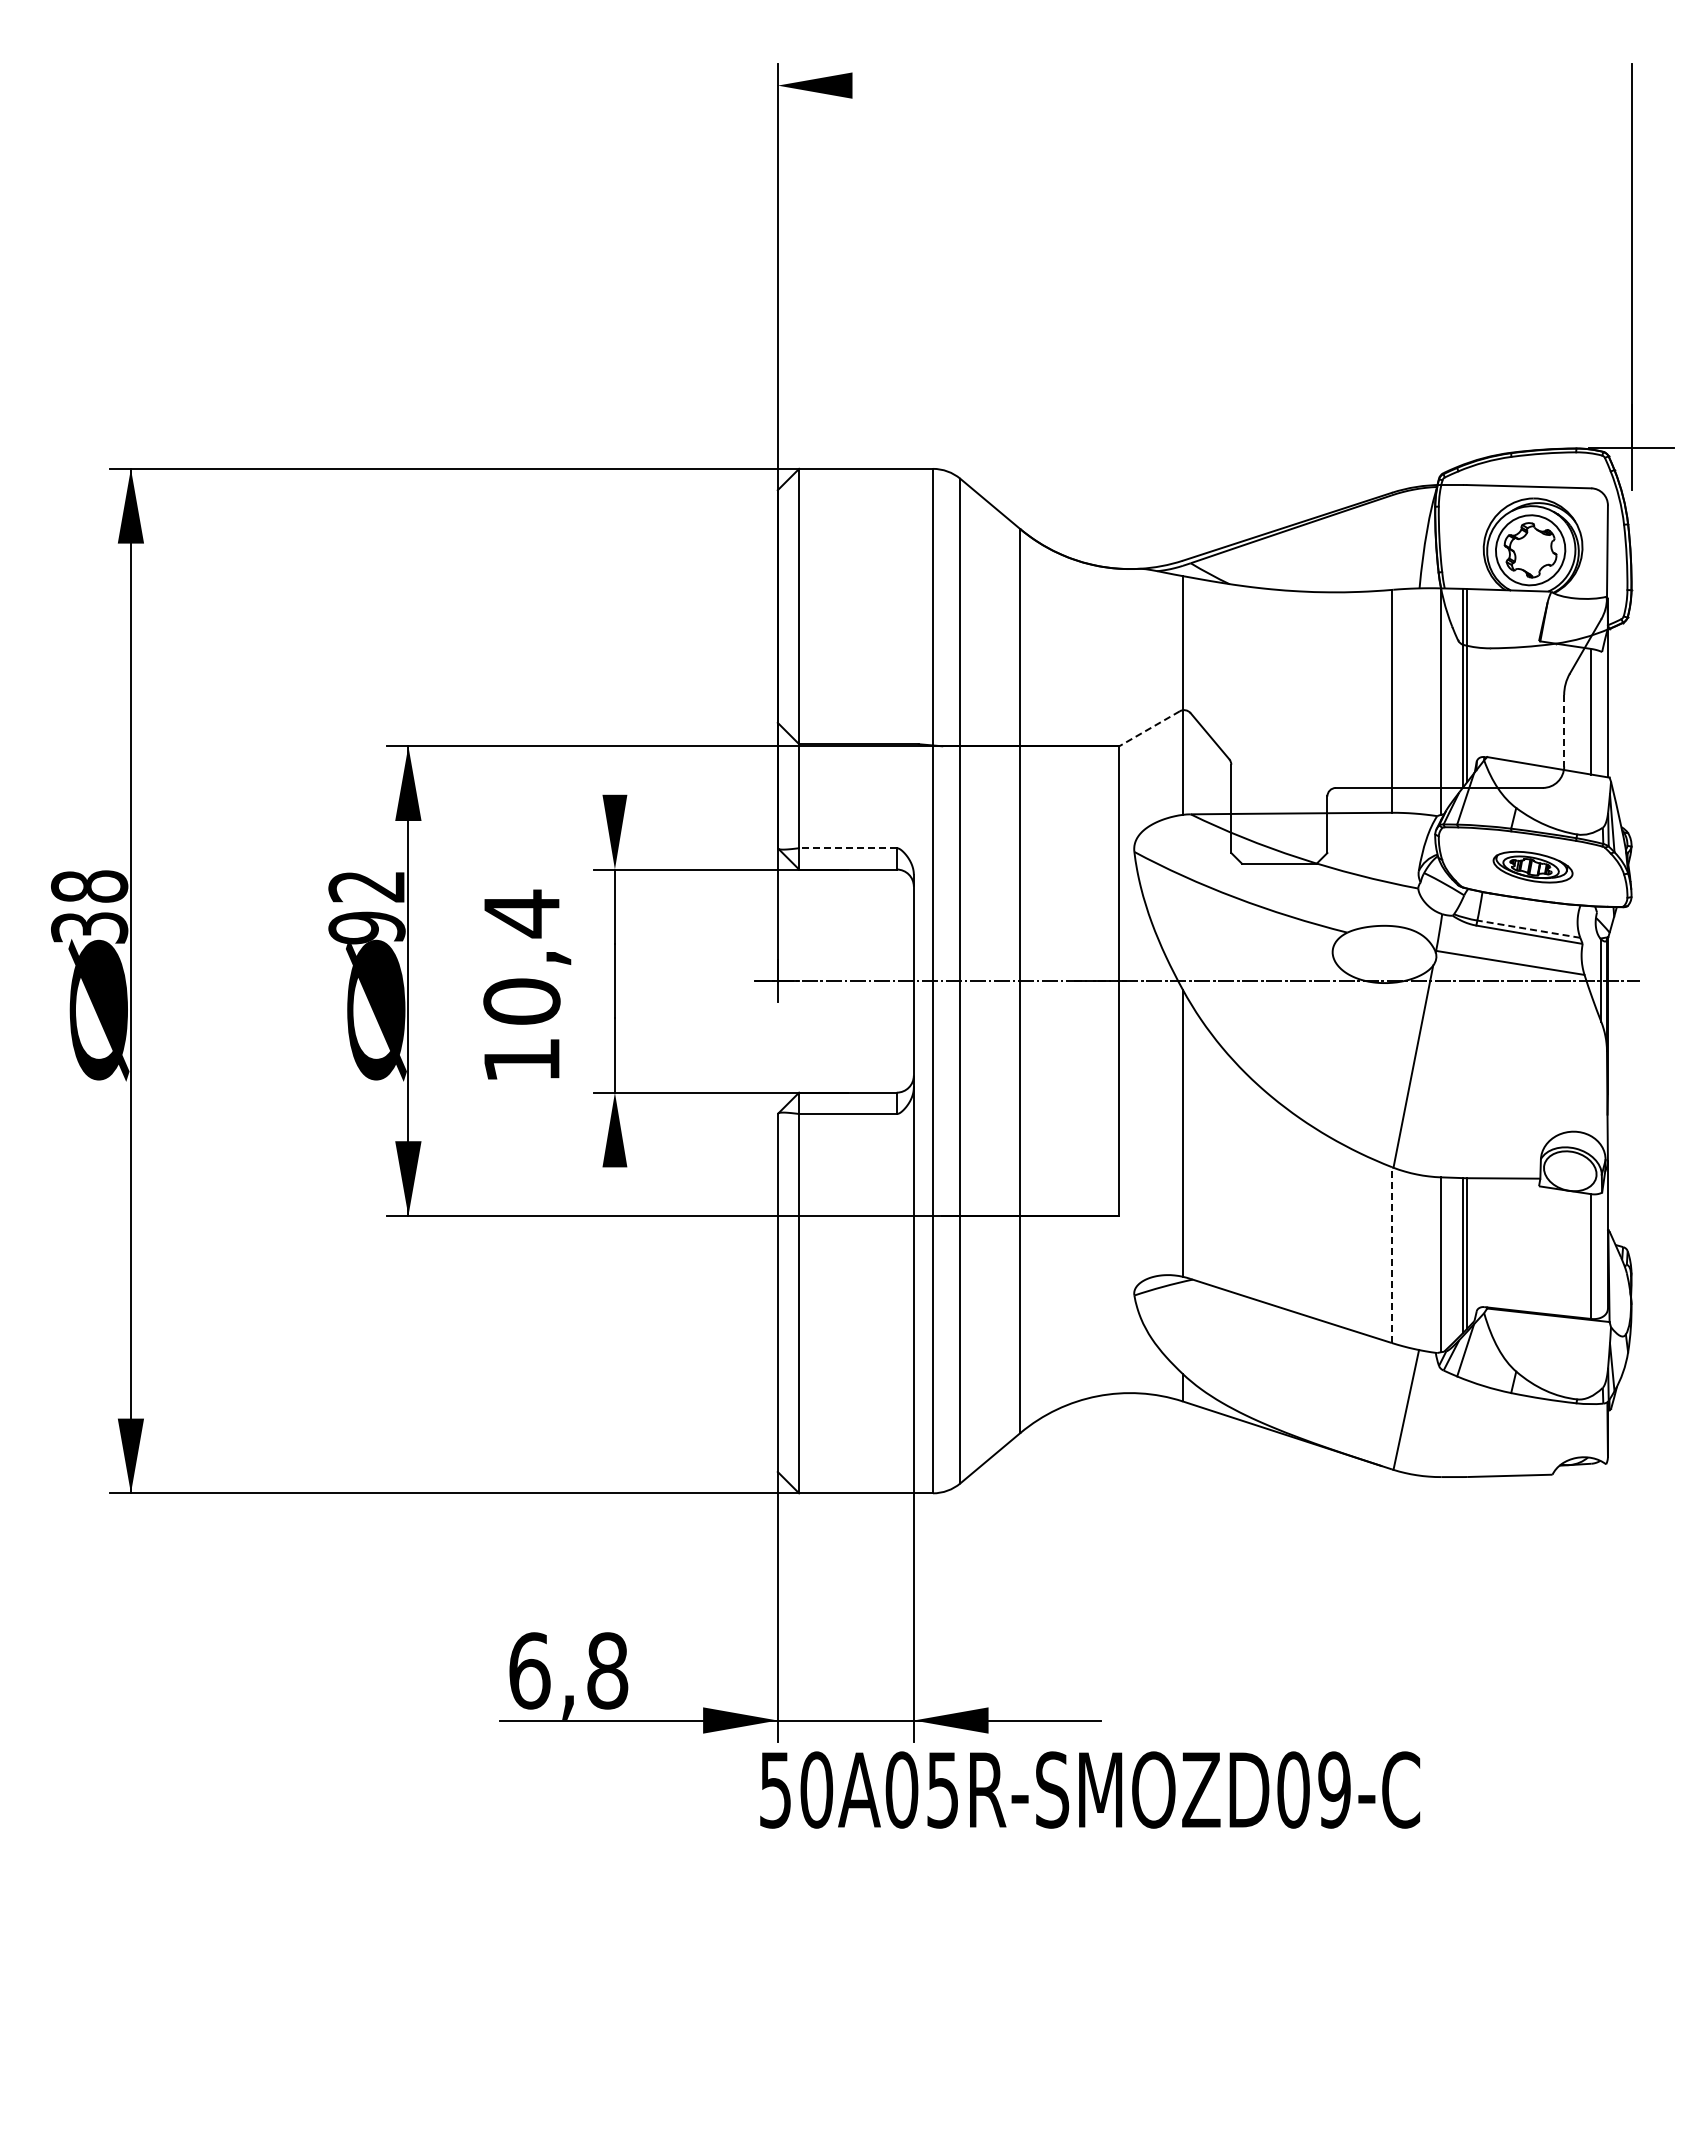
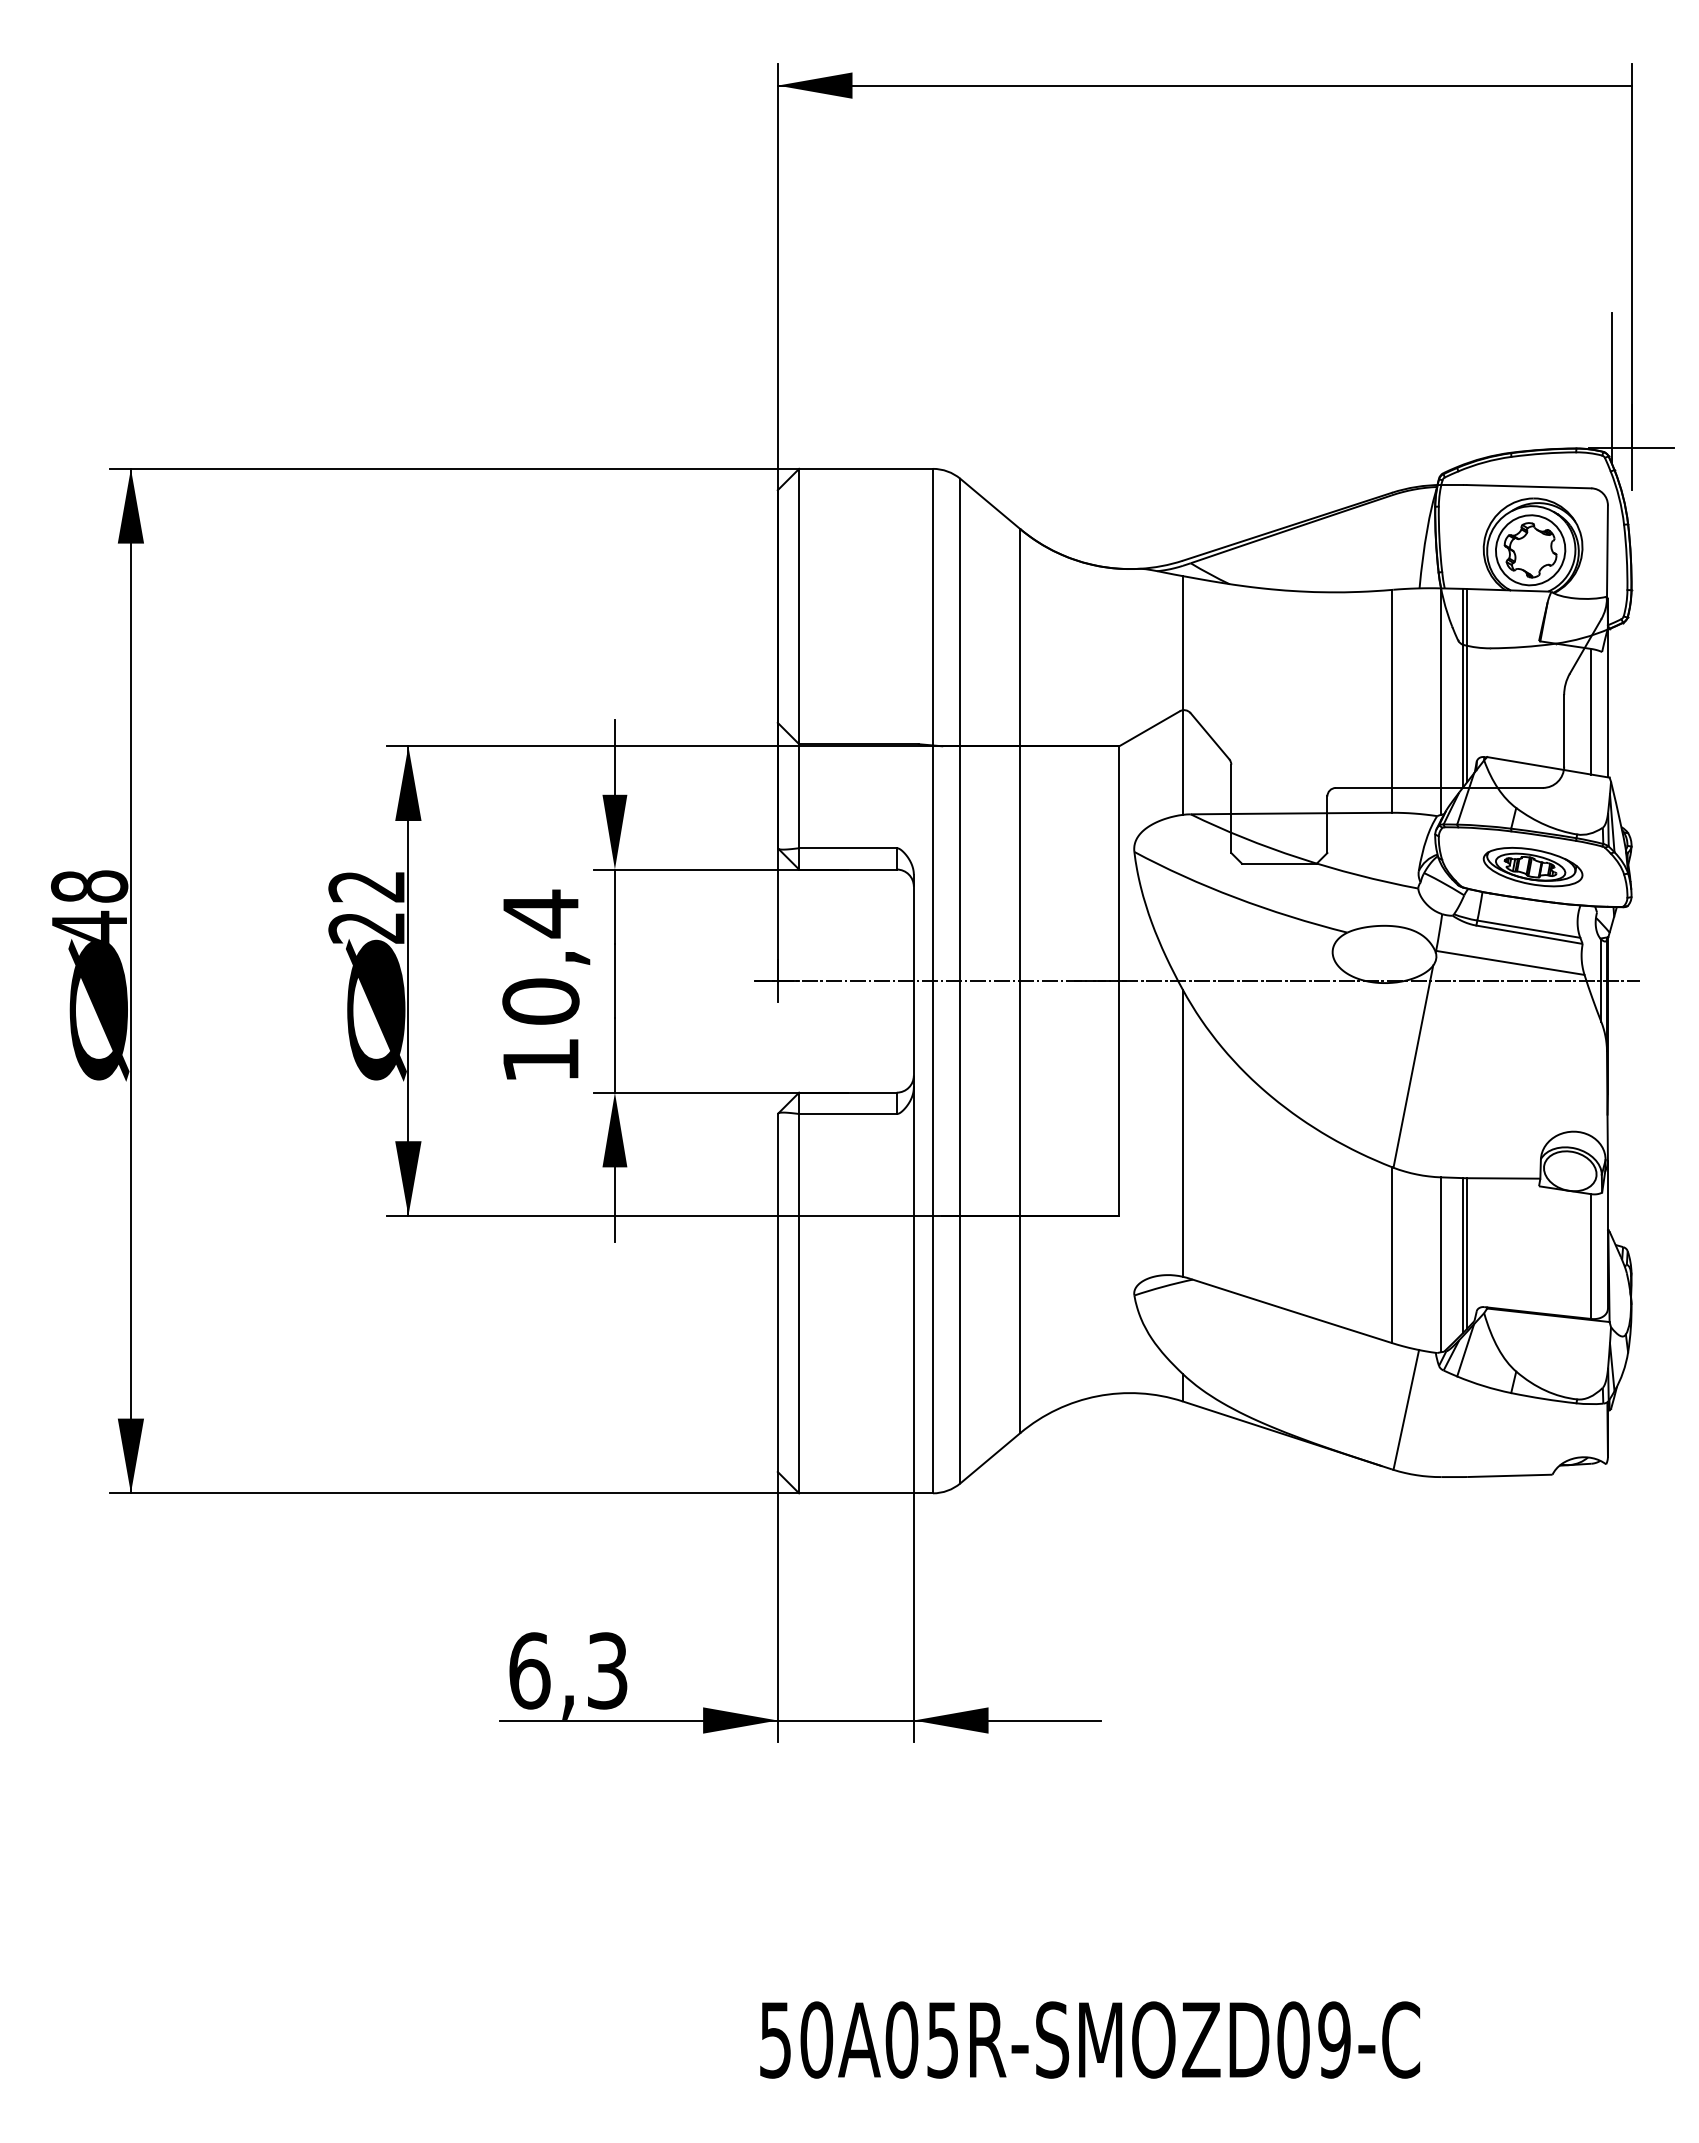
line at (1204, 85): none -> present
line at (1611, 388): none -> present
line at (1149, 728): dashed -> solid
line at (1564, 730): dashed -> solid
line at (614, 757): none -> present
line at (847, 848): dashed -> solid
part at (1532, 866) size: 82x34 px -> 102x41 px
text at (89, 926): 38 -> 48
text at (366, 927): 92 -> 22
line at (1528, 929): dashed -> solid
text at (527, 984) position: (527, 984) -> (546, 984)
line at (614, 1204): none -> present
line at (1391, 1255): dashed -> solid
text at (607, 1670): 6,8 -> 6,3
text at (1090, 1789) position: (1090, 1789) -> (1090, 2039)
